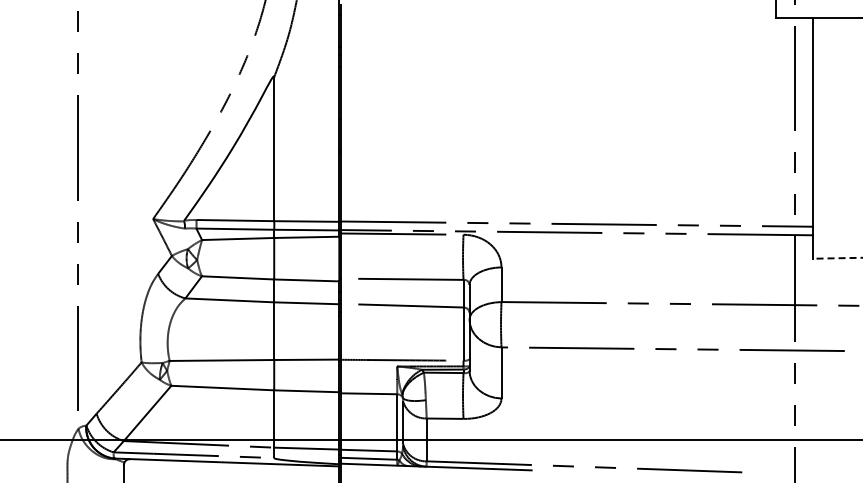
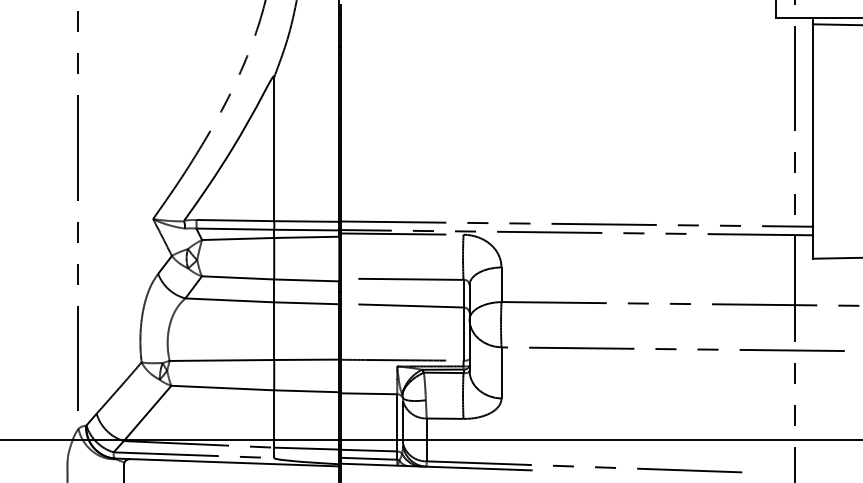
line at (835, 24): none -> present
line at (837, 258): dashed -> solid
